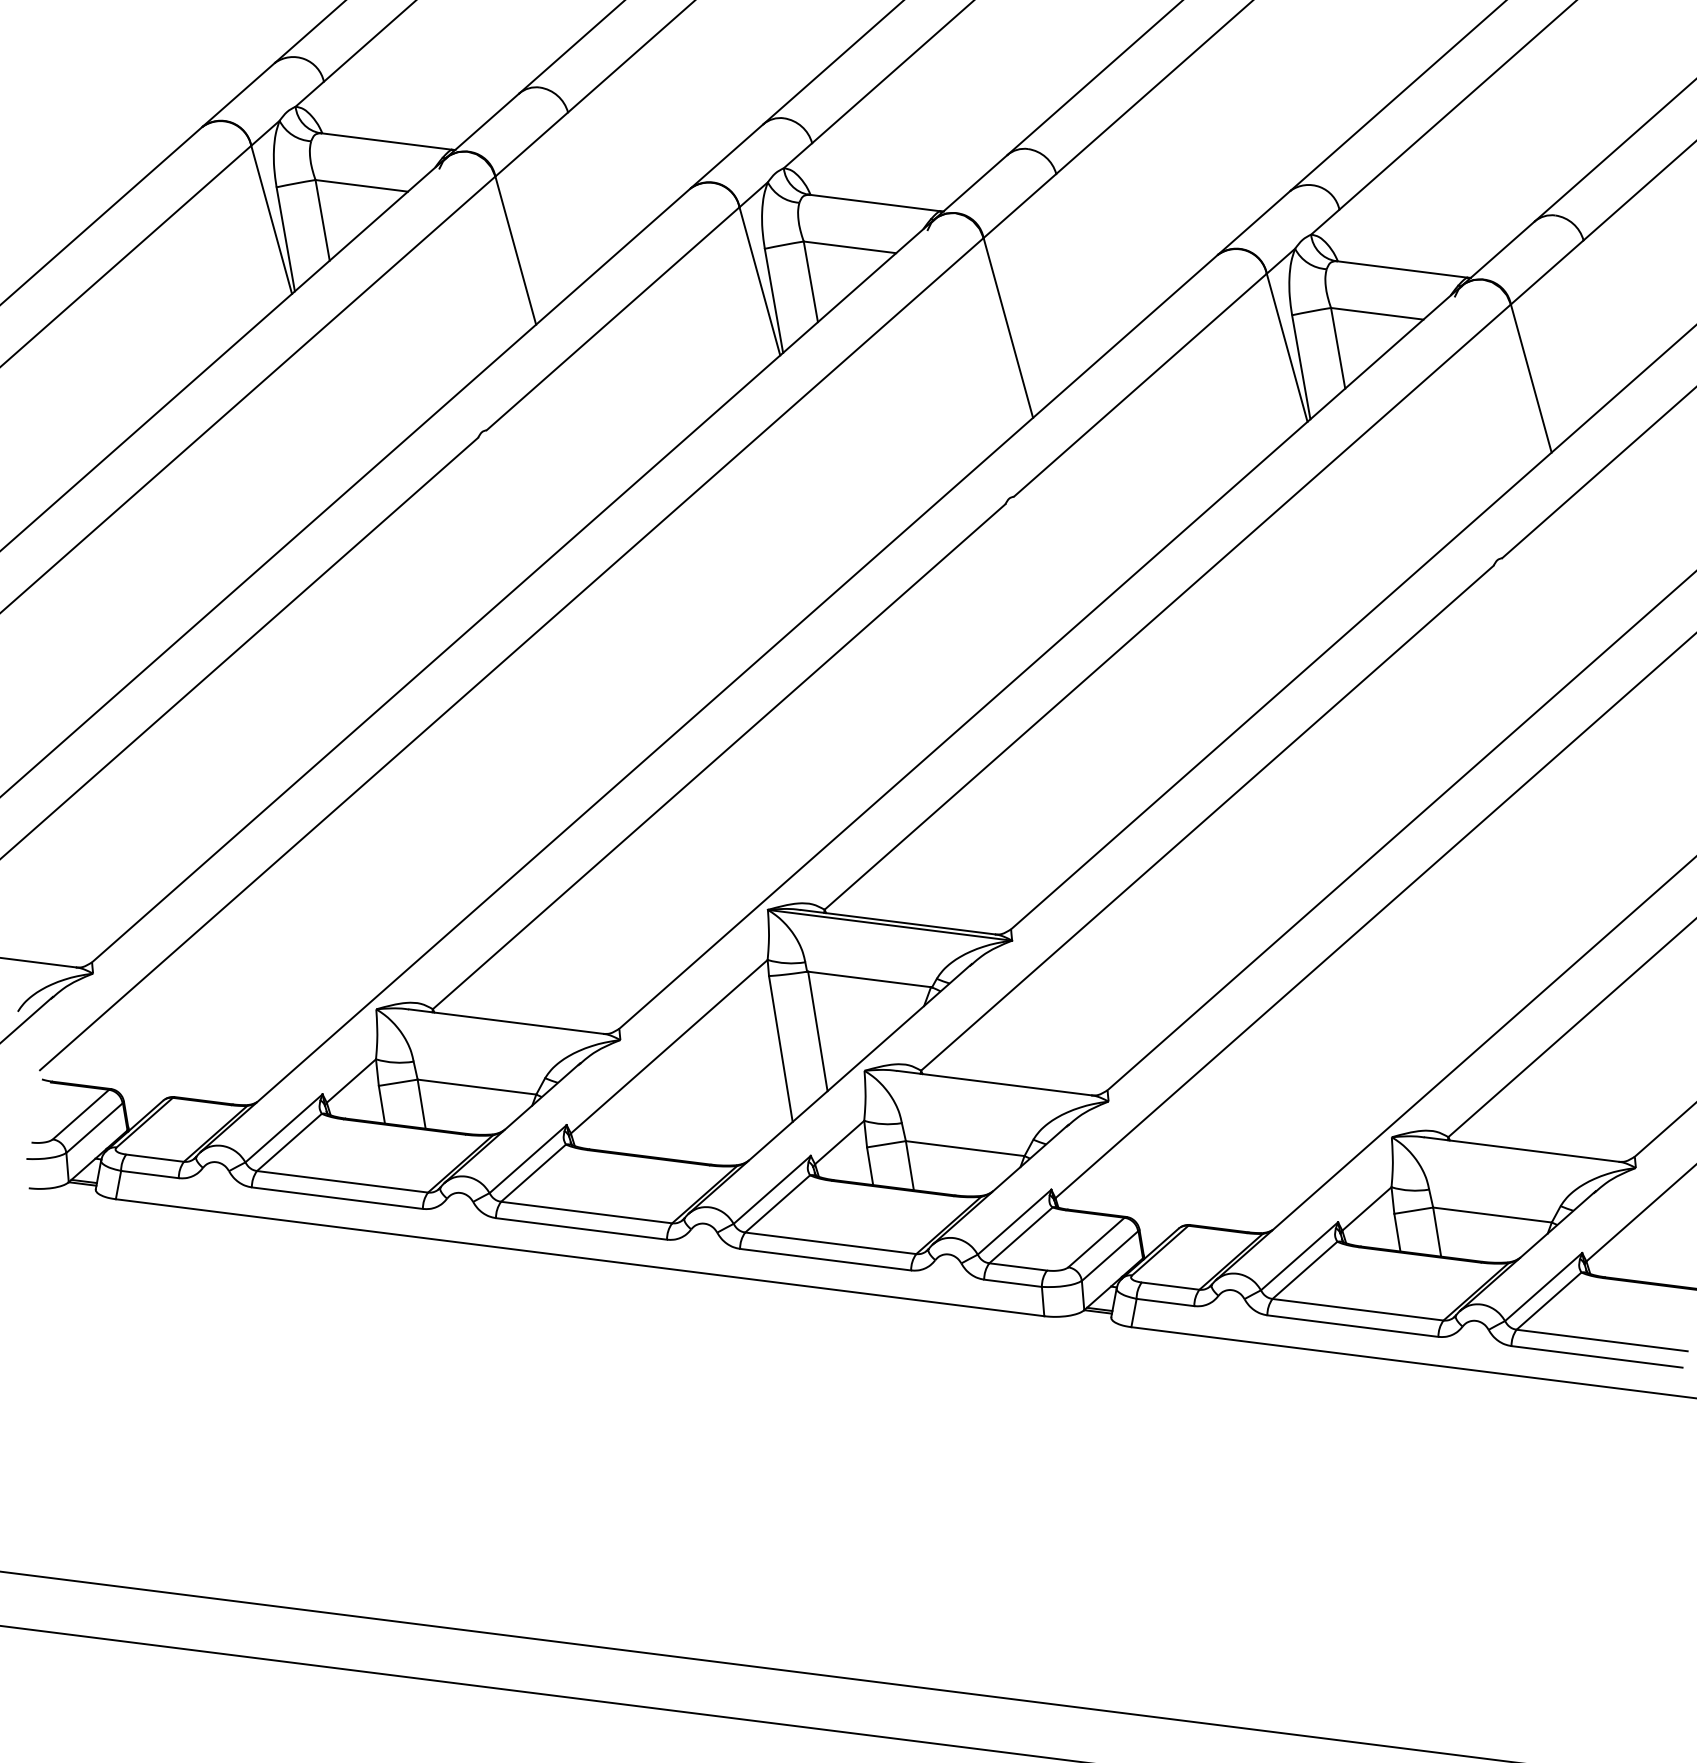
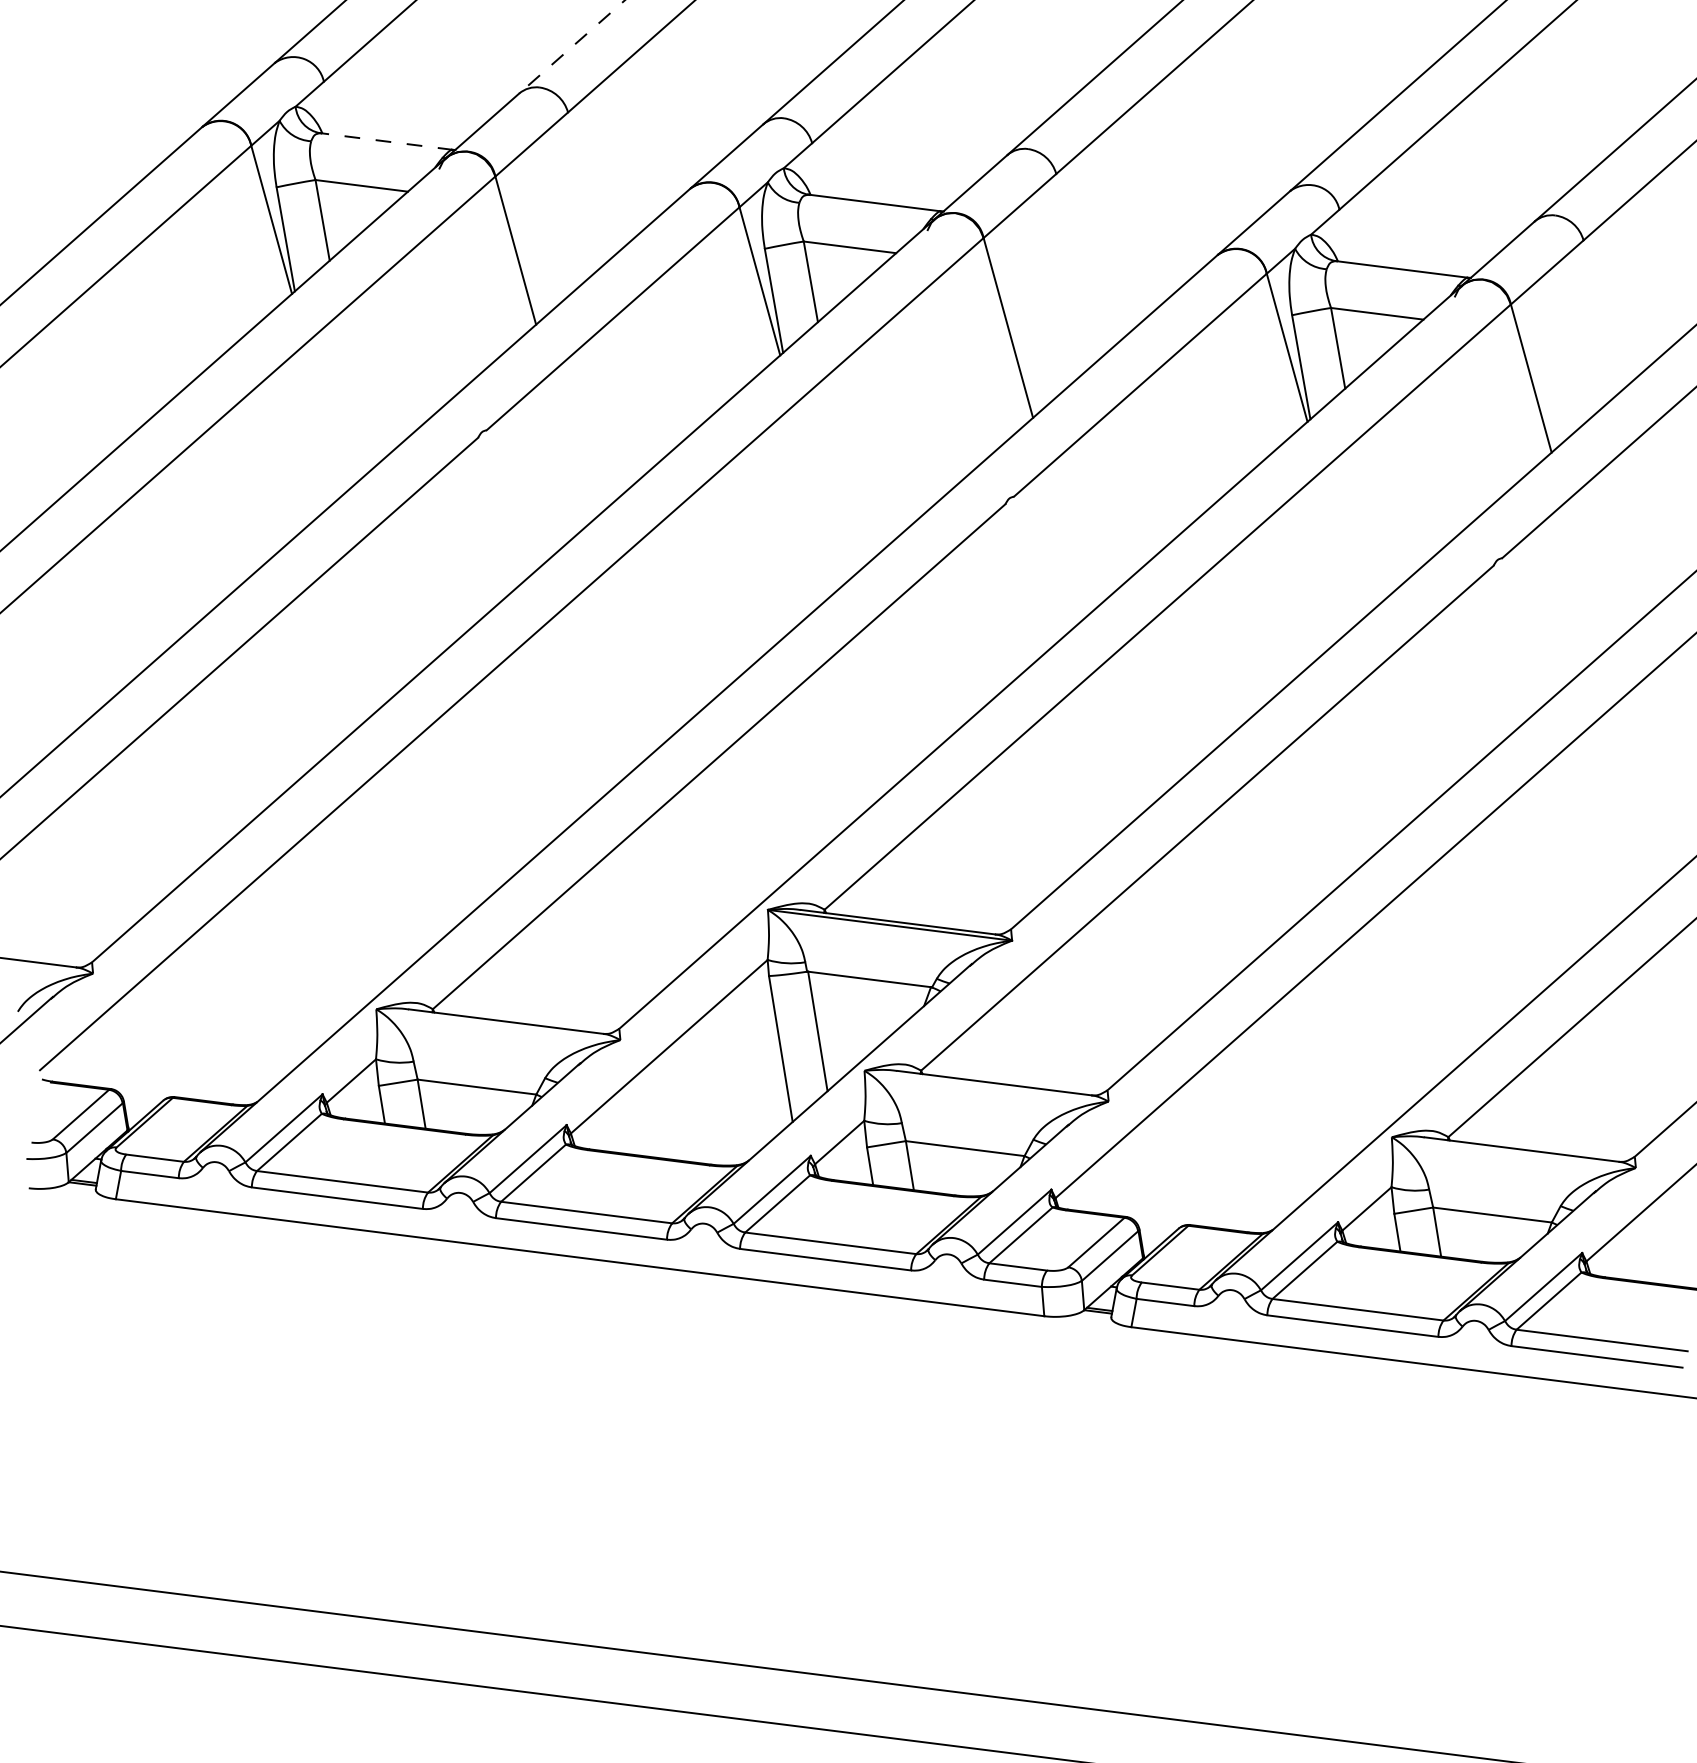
line at (571, 47): solid -> dashed
line at (386, 141): solid -> dashed
